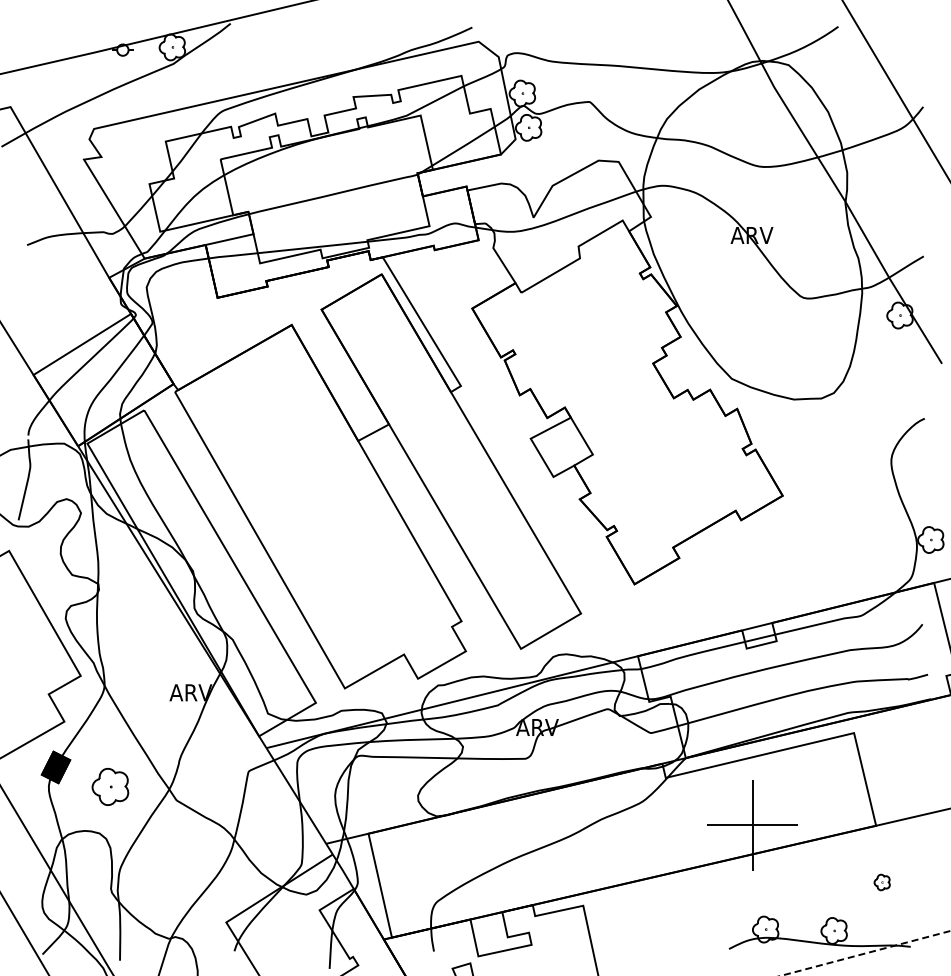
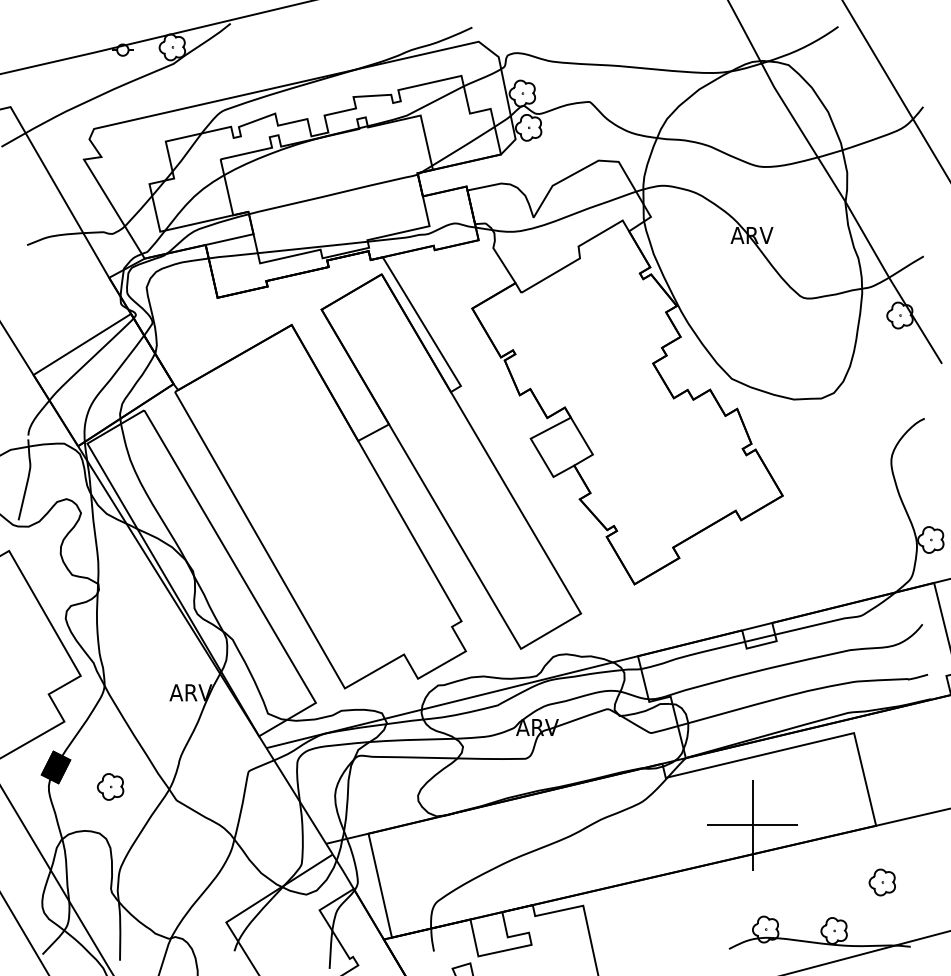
part at (110, 786) size: 39x38 px -> 28x28 px
part at (881, 882) size: 18x19 px -> 28x29 px
line at (865, 953): dashed -> solid
